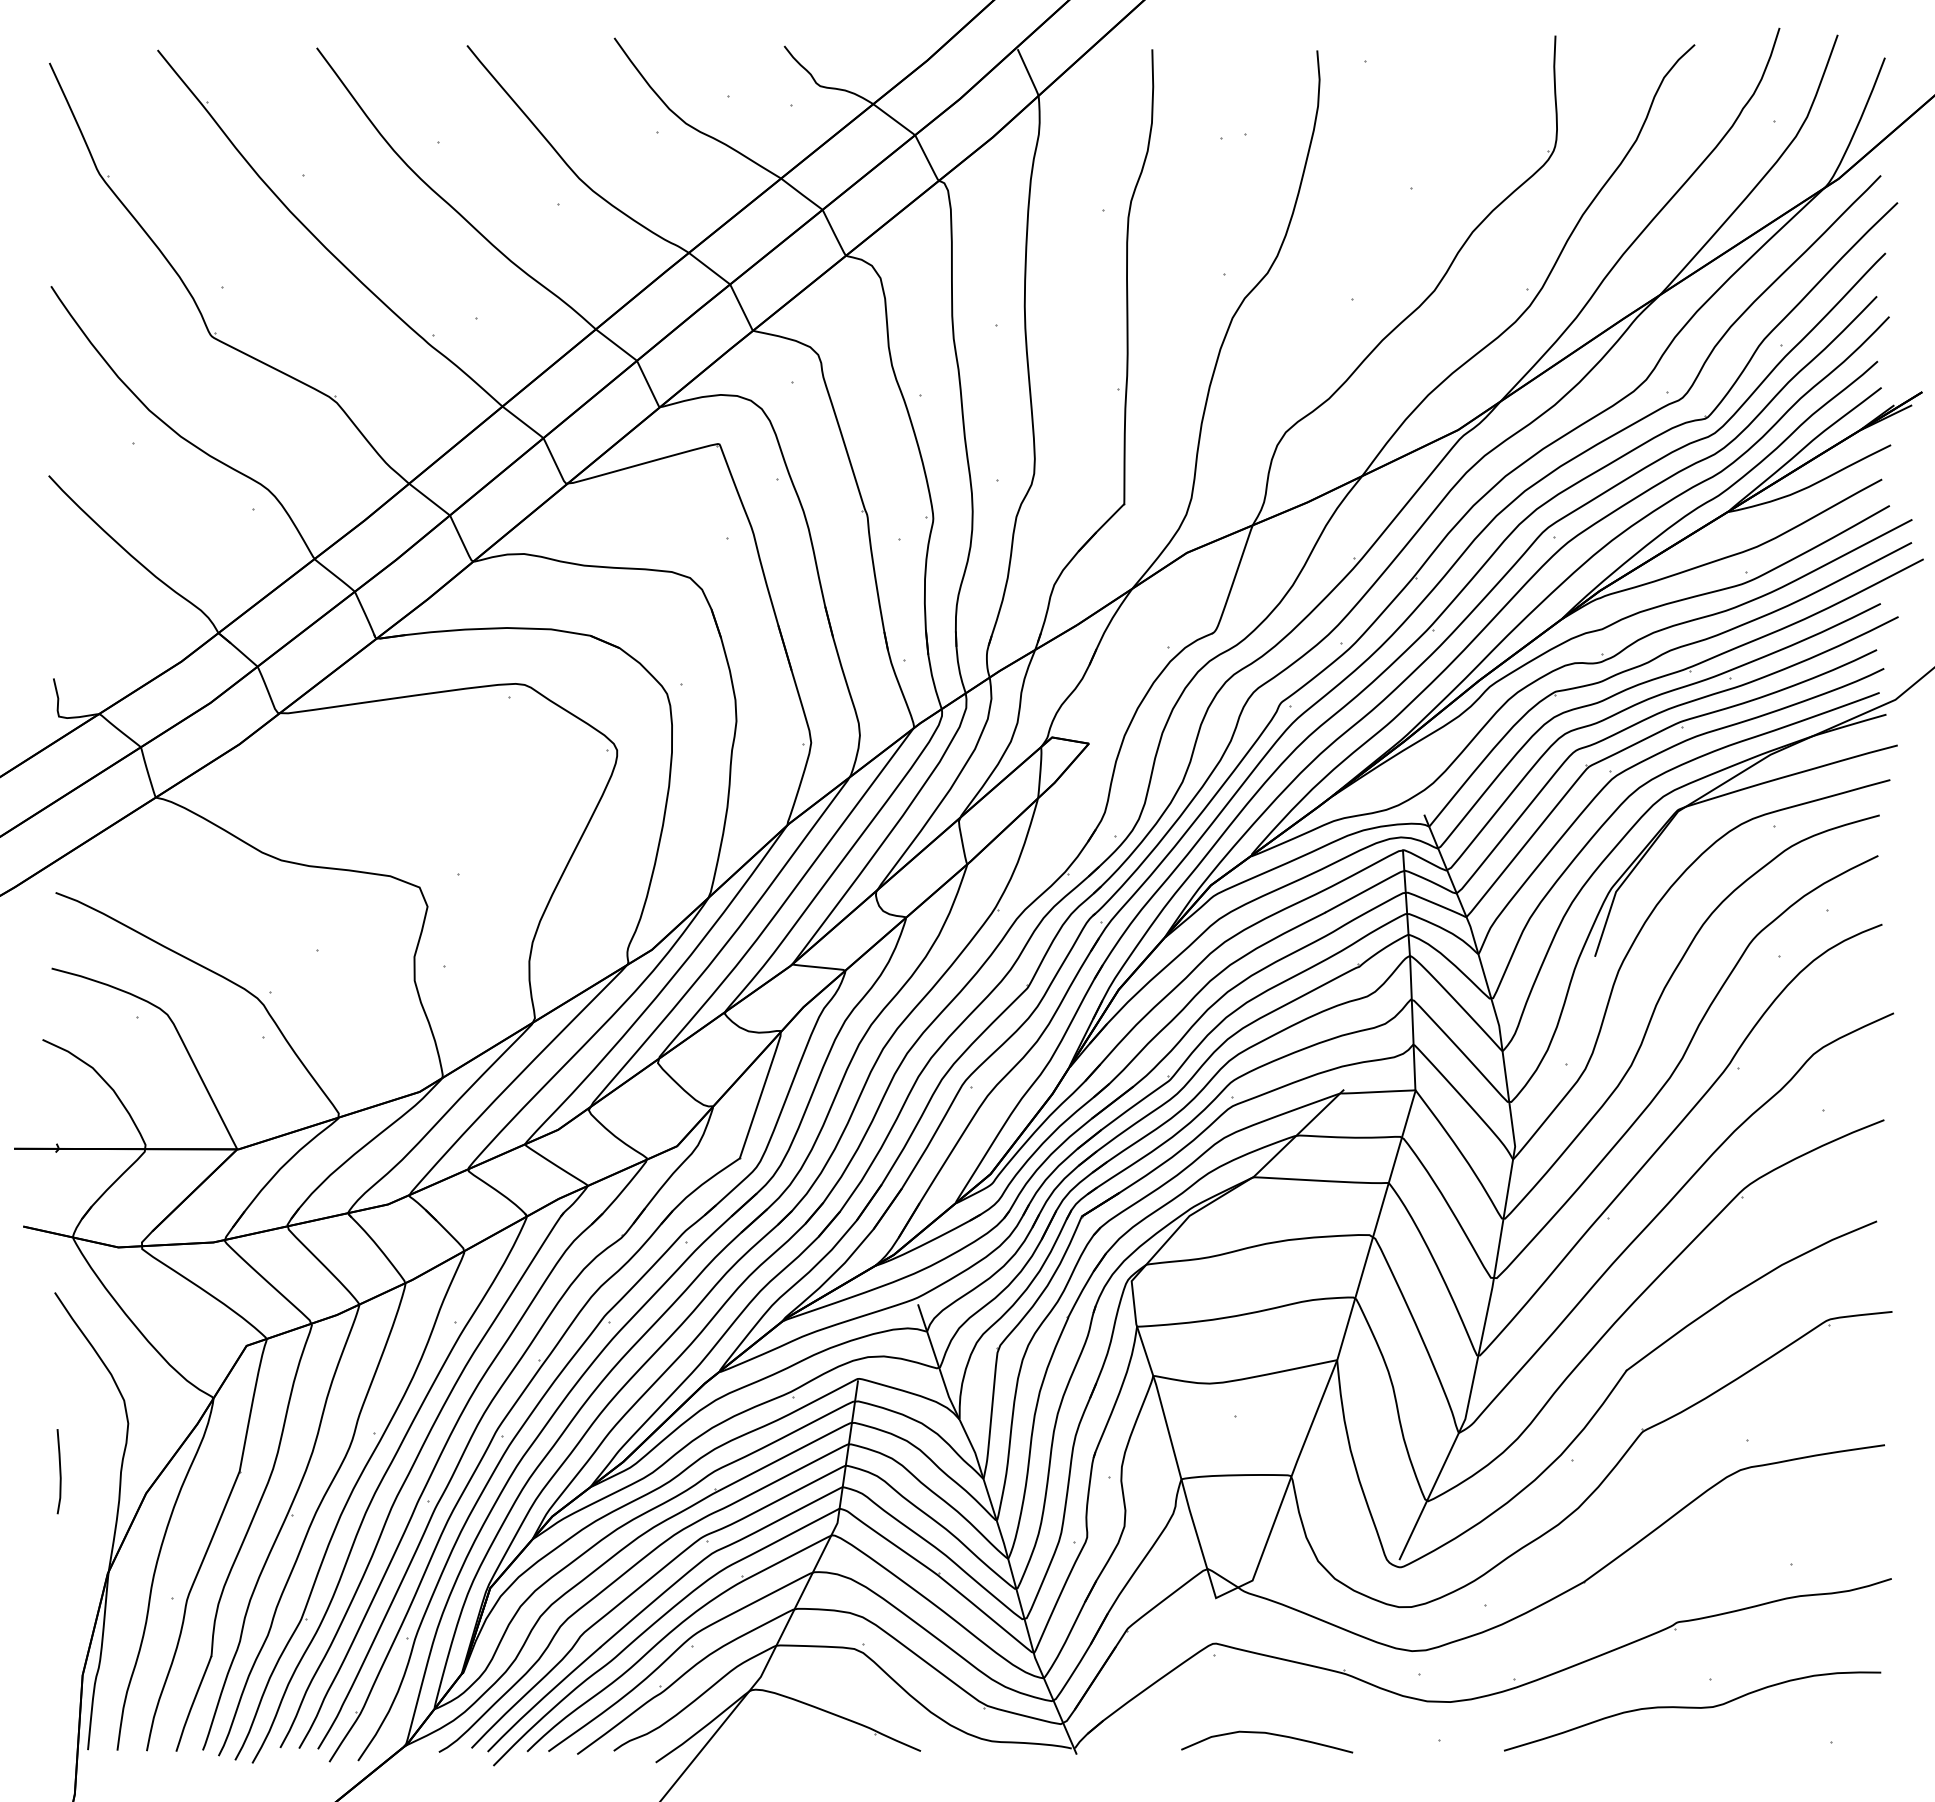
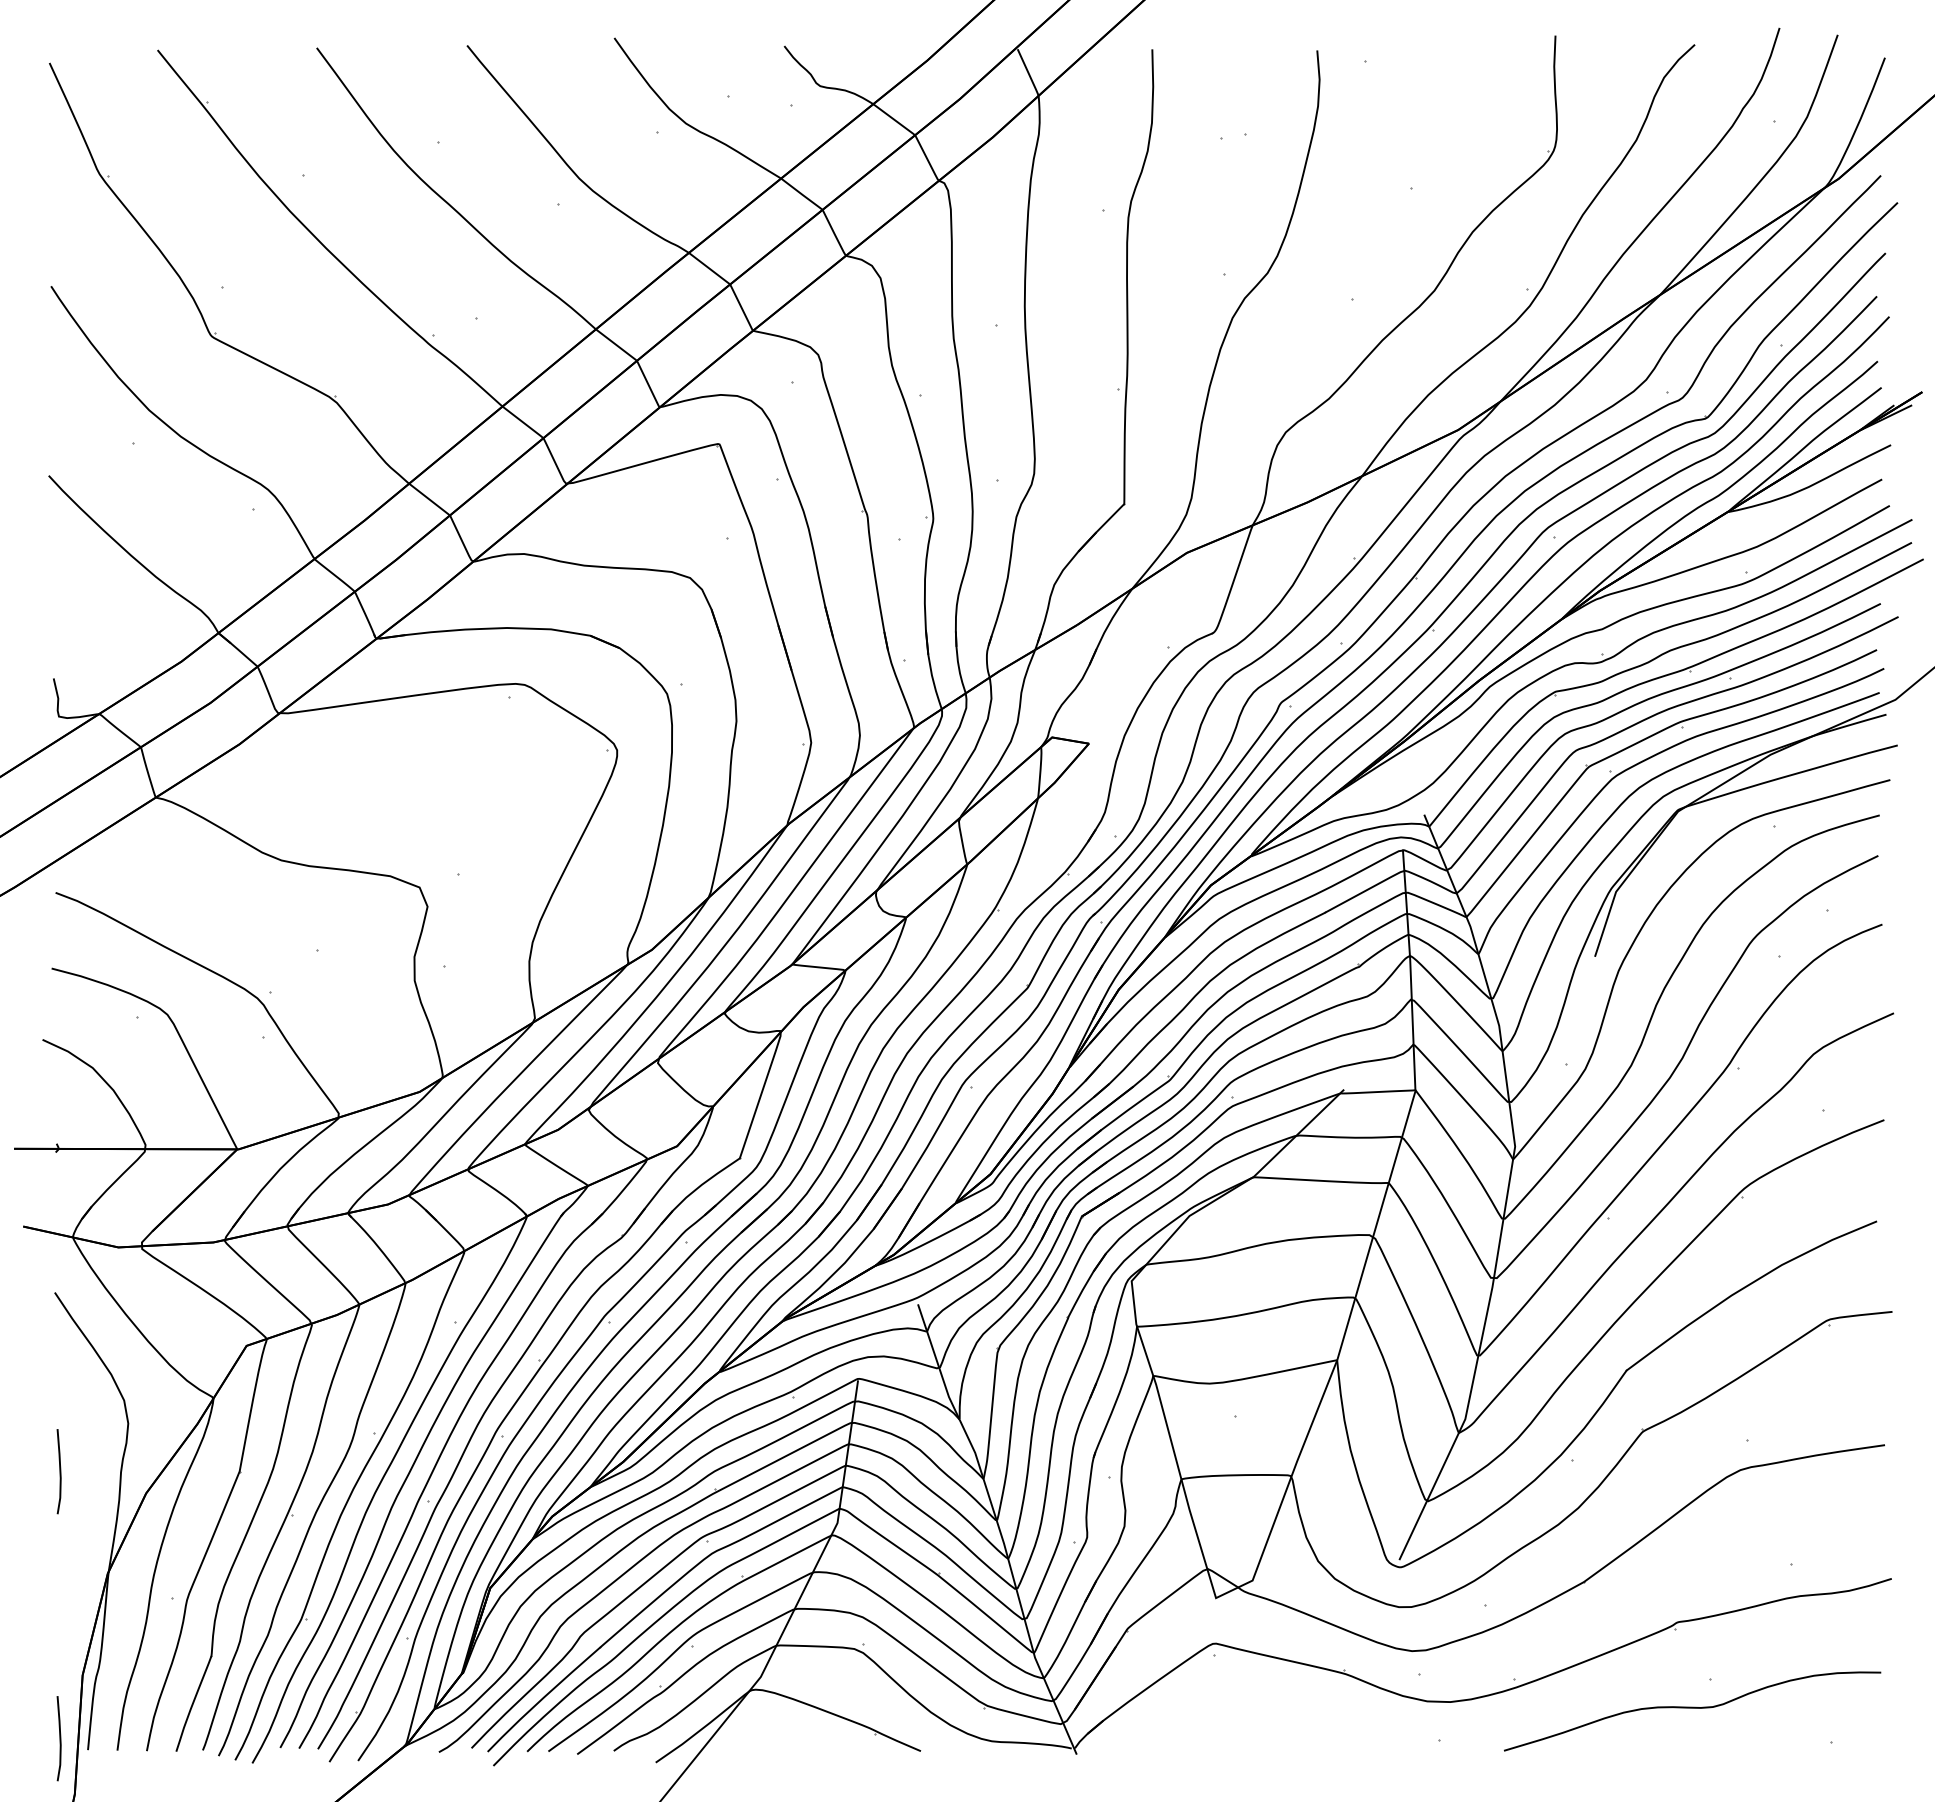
curve at (1267, 1734): present -> none
line at (59, 1738): none -> present
